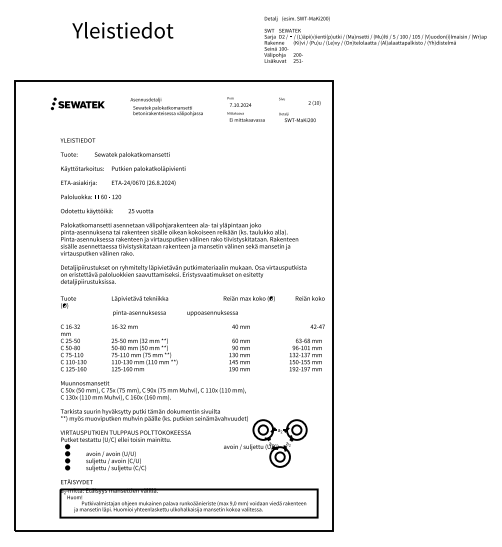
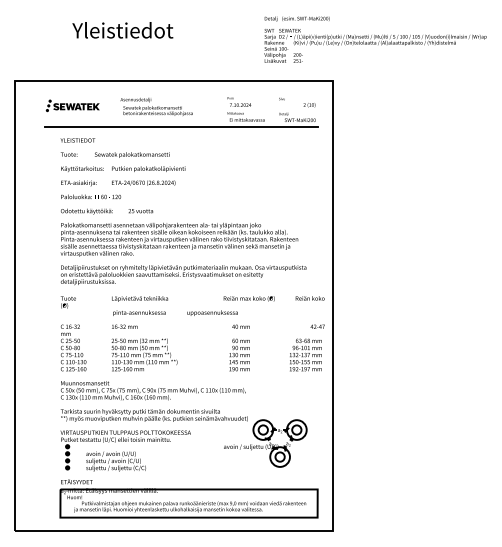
part at (77, 103) position: (77, 103) -> (72, 105)
text at (314, 103) position: (314, 103) -> (309, 105)
text at (166, 106) position: (166, 106) -> (156, 106)
line at (181, 127): none -> present
